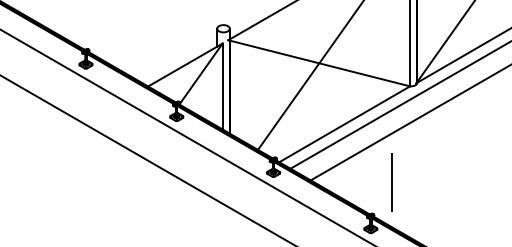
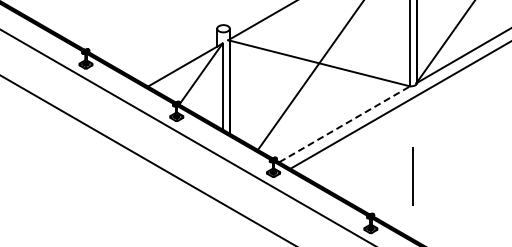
line at (409, 123): present -> none
line at (344, 124): solid -> dashed
line at (391, 182) position: (391, 182) -> (412, 176)
